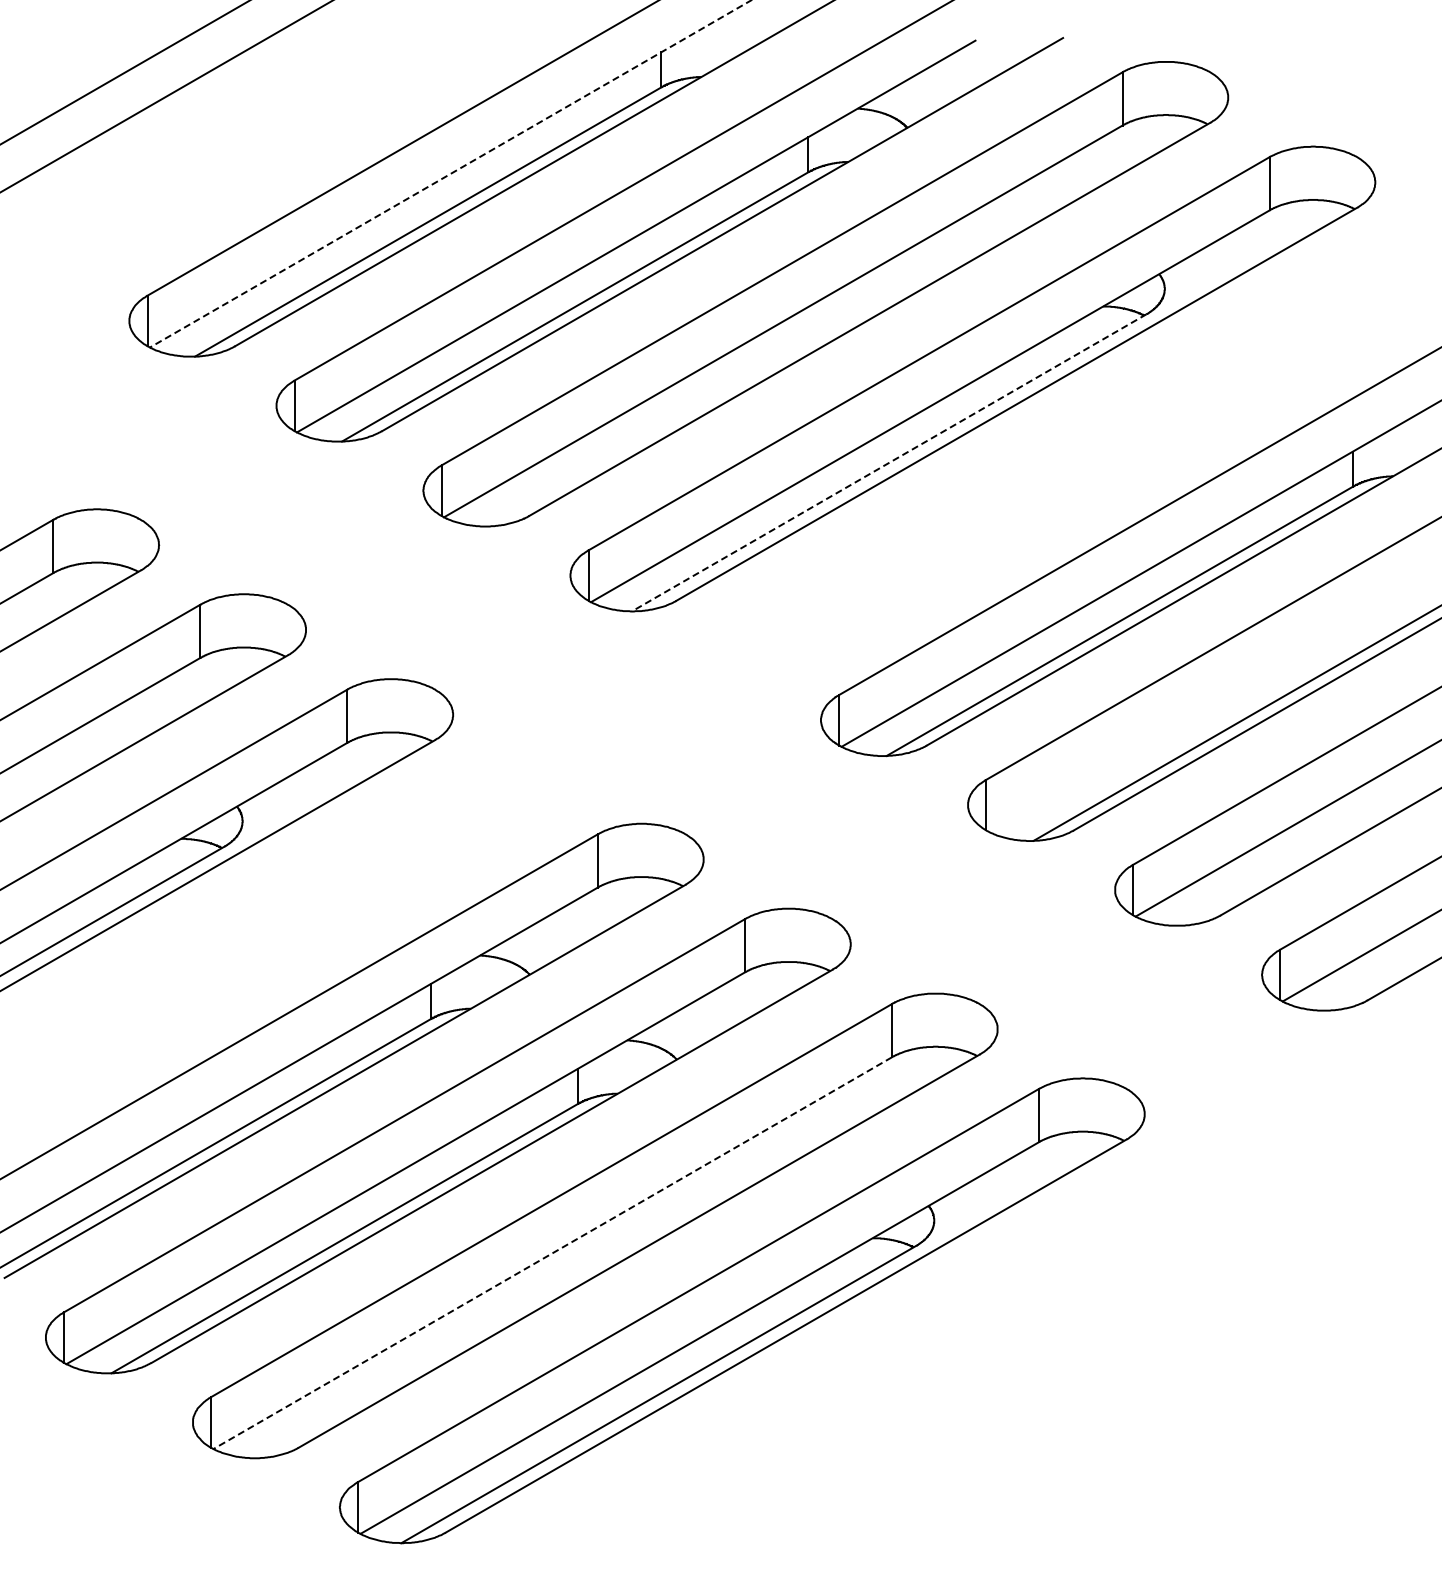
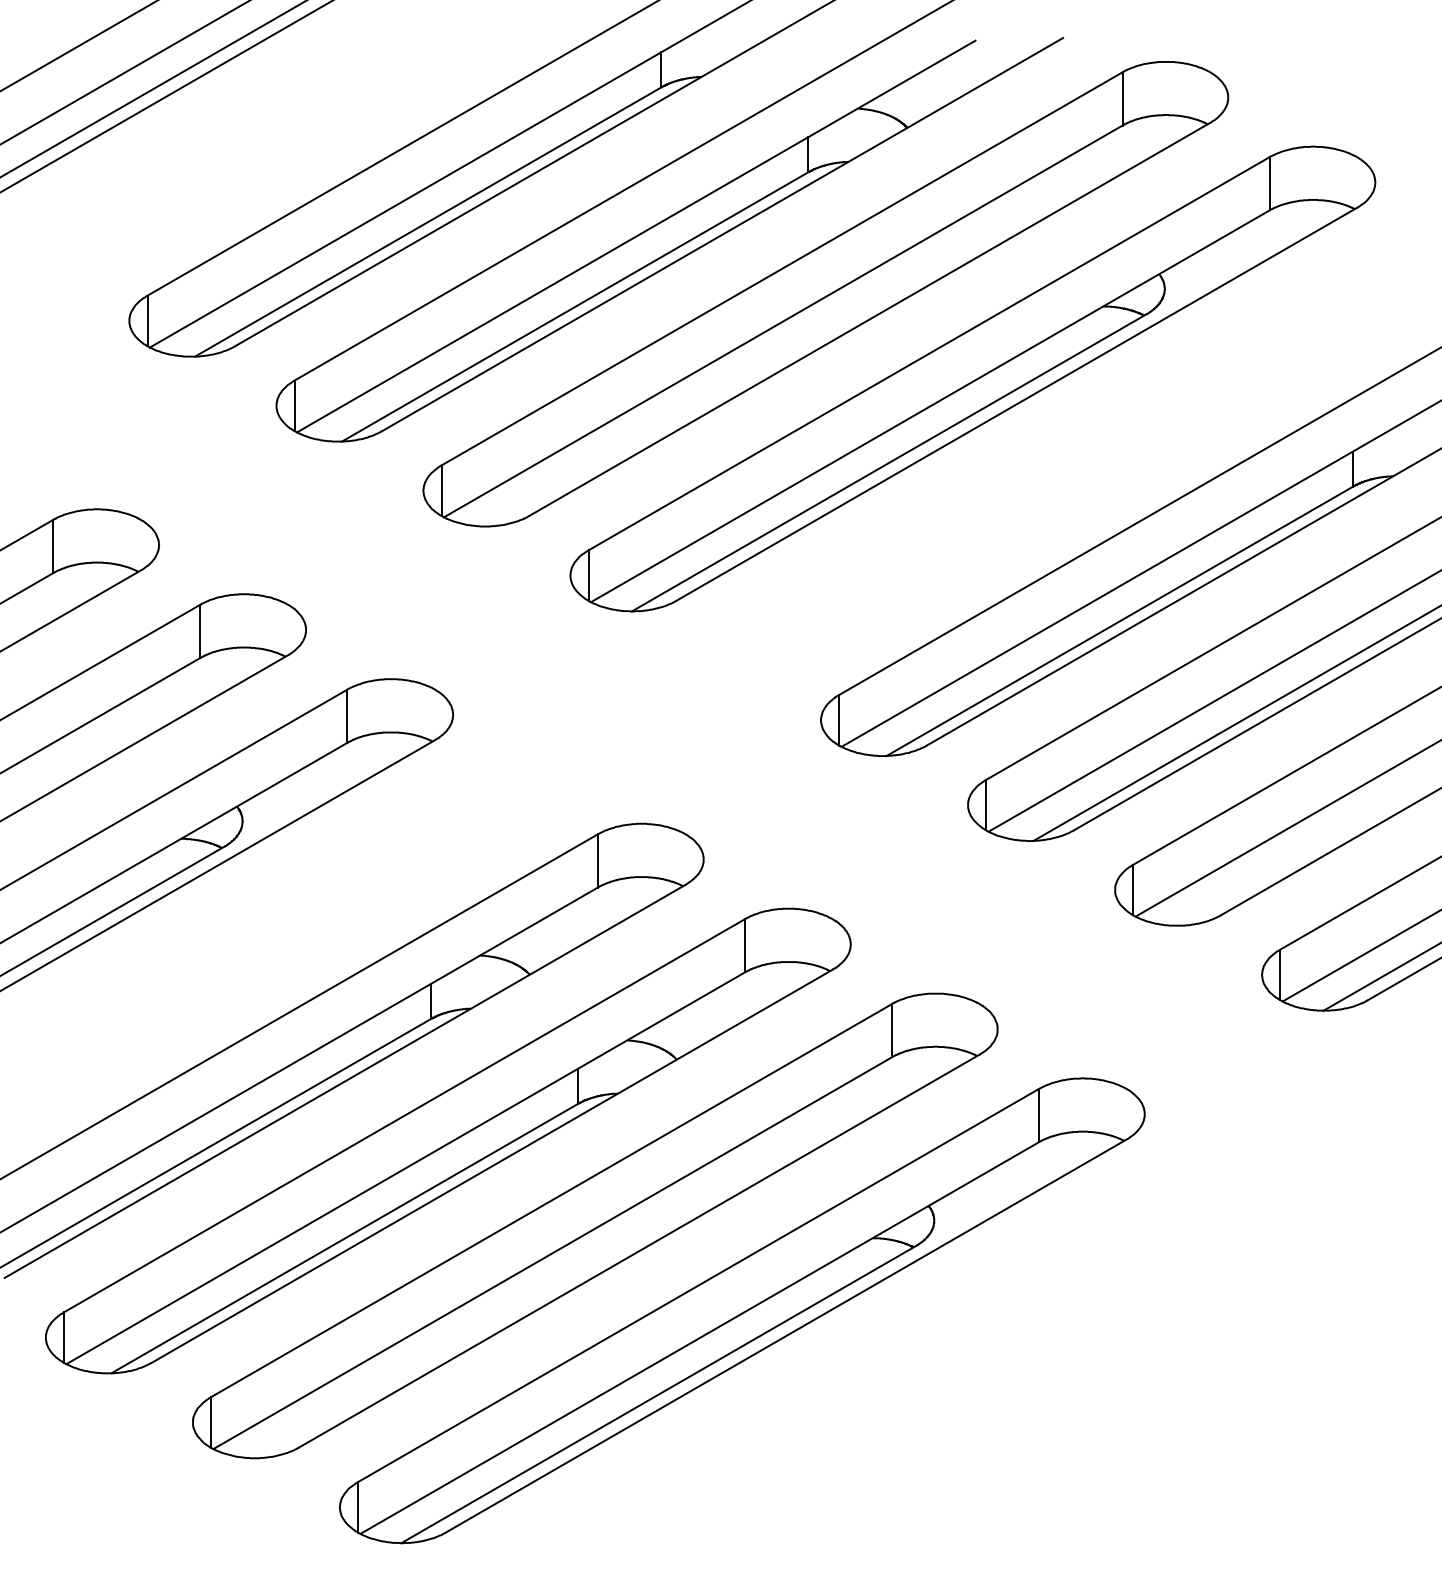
line at (78, 45): none -> present
line at (152, 89): none -> present
line at (450, 174): dashed -> solid
line at (888, 463): dashed -> solid
line at (1213, 701): none -> present
line at (1380, 977): none -> present
line at (552, 1253): dashed -> solid
